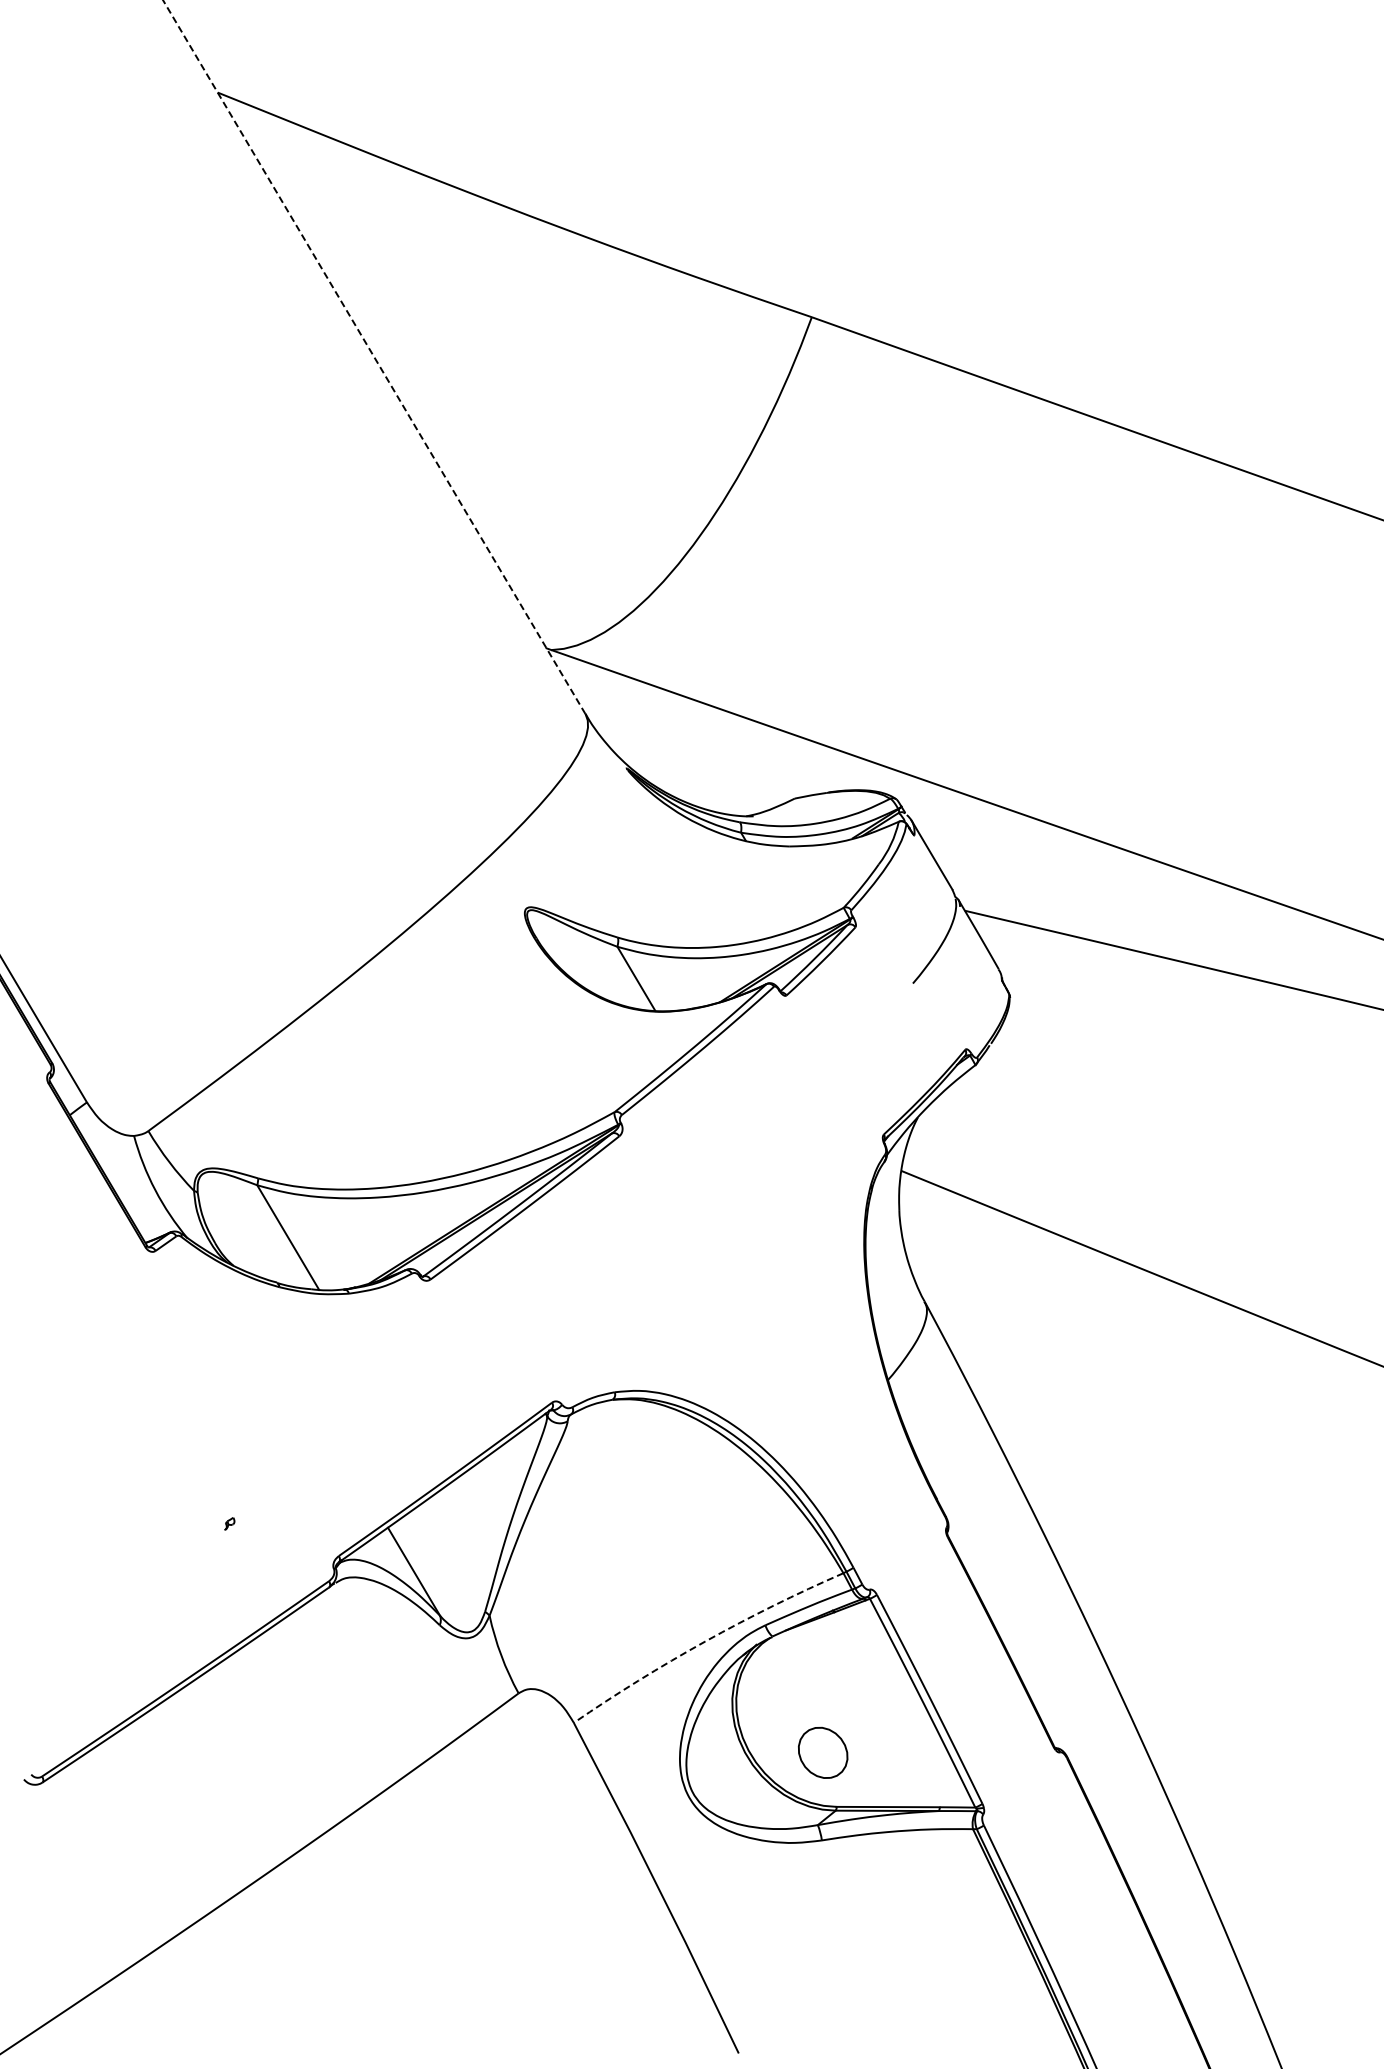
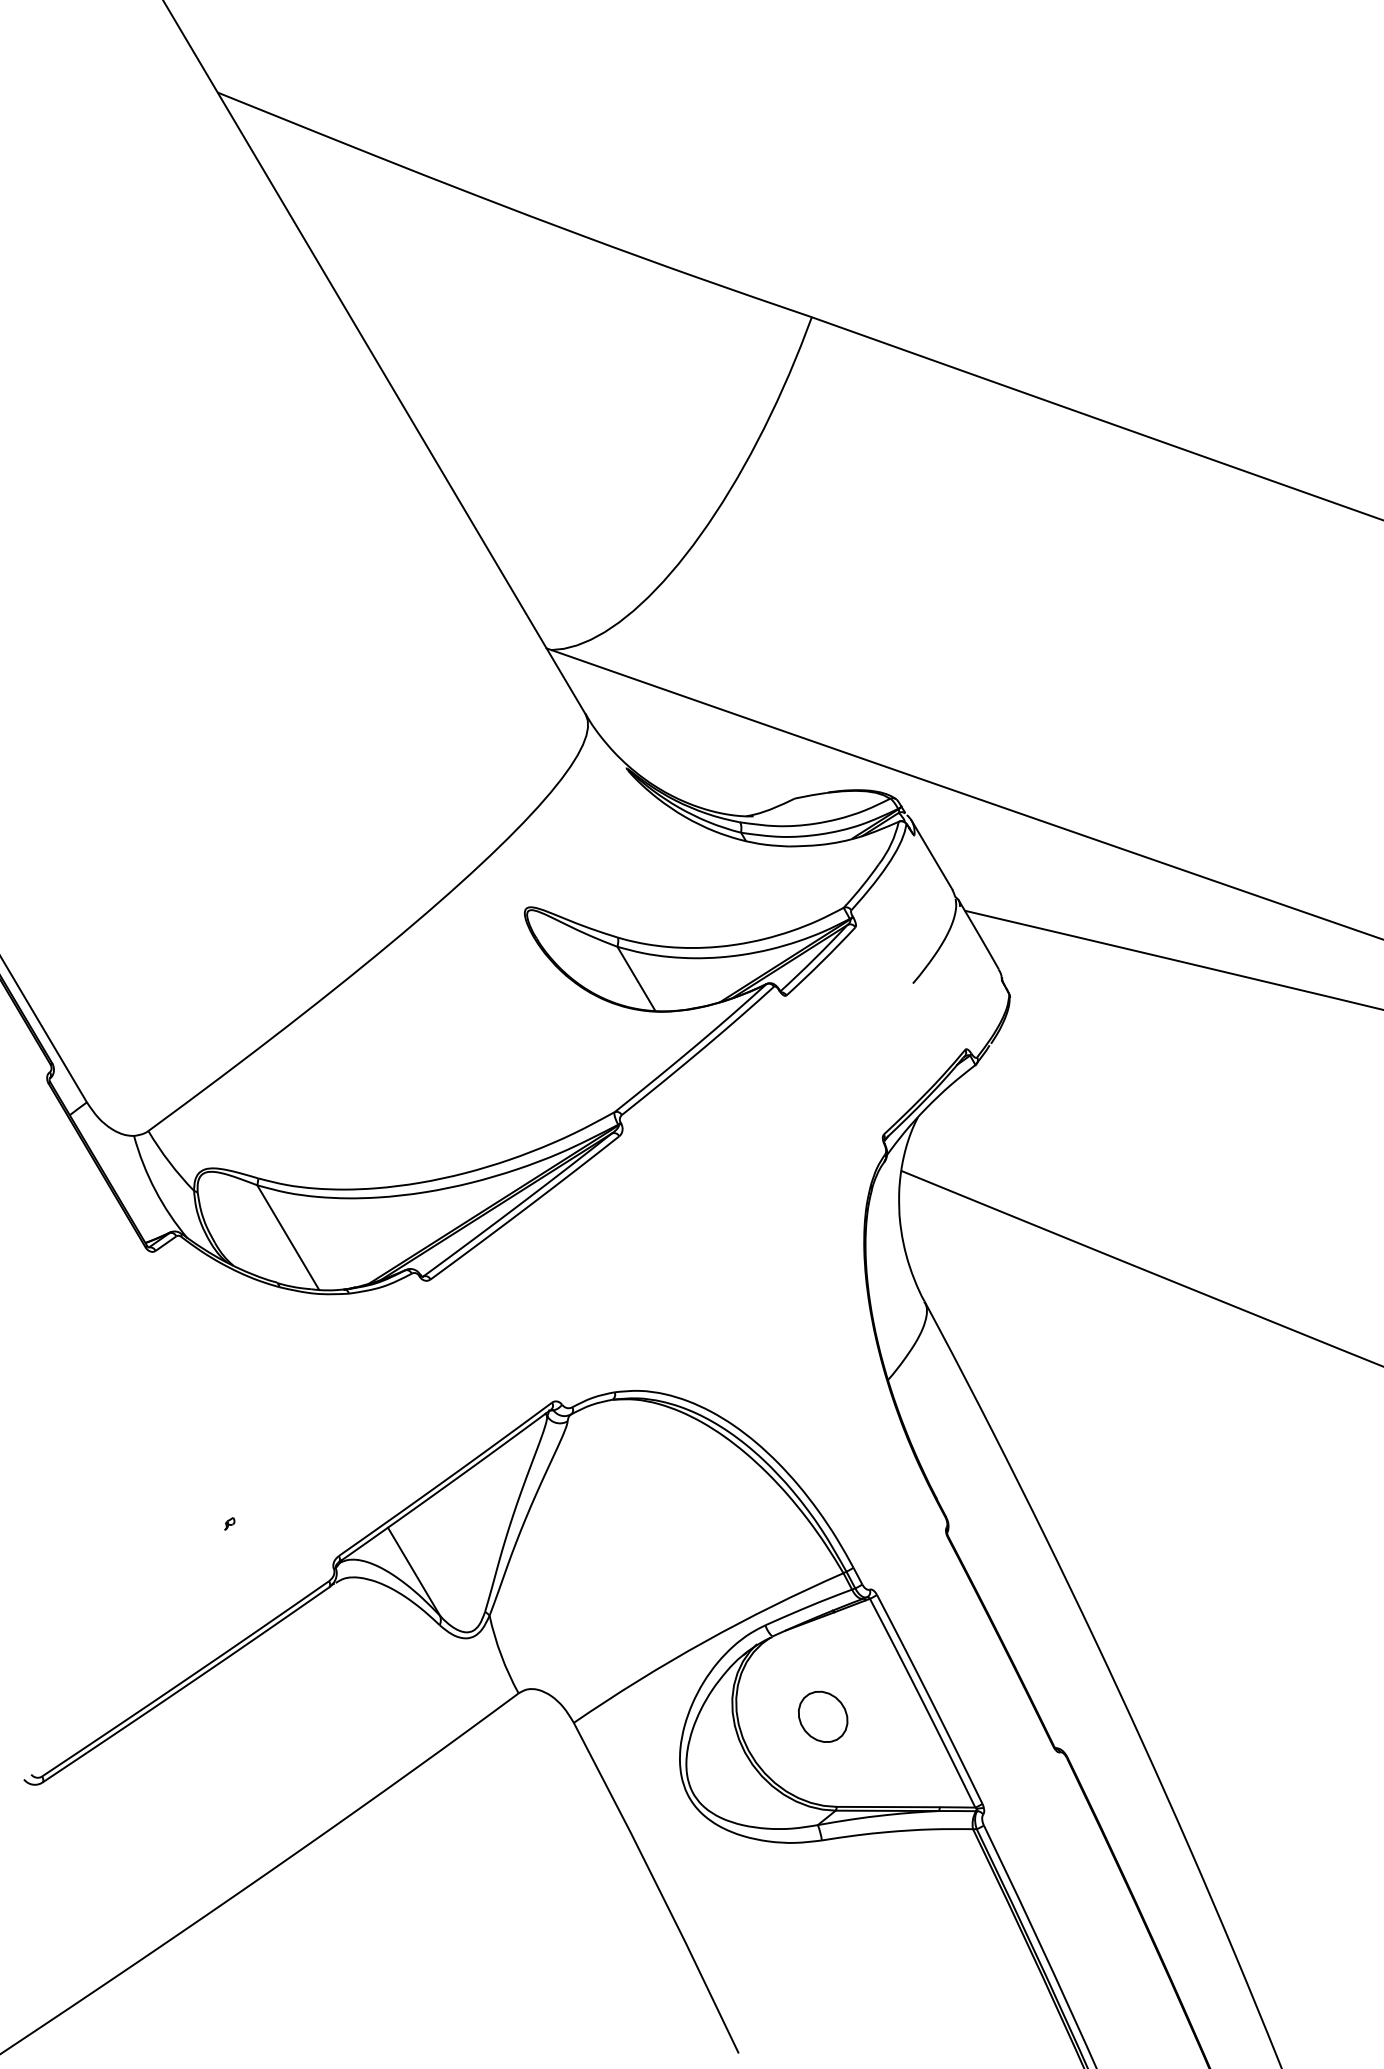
line at (374, 356): dashed -> solid
arc at (705, 1641): dashed -> solid
part at (823, 1752) position: (823, 1752) -> (823, 1716)
